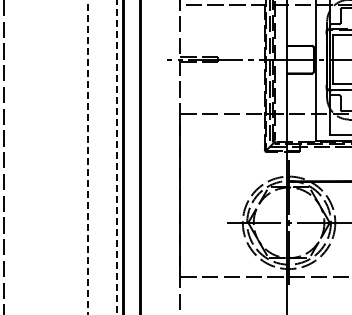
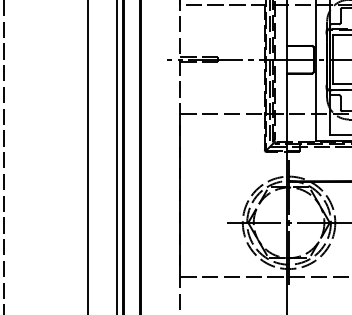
line at (87, 157): dashed -> solid
line at (116, 157): dashed -> solid
